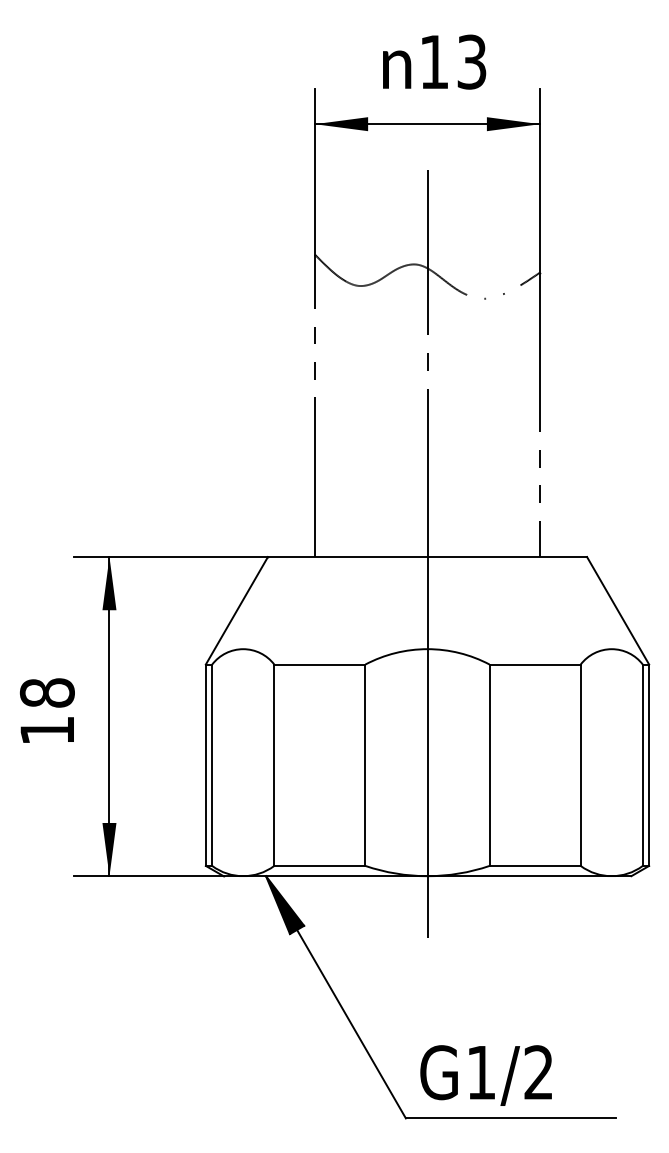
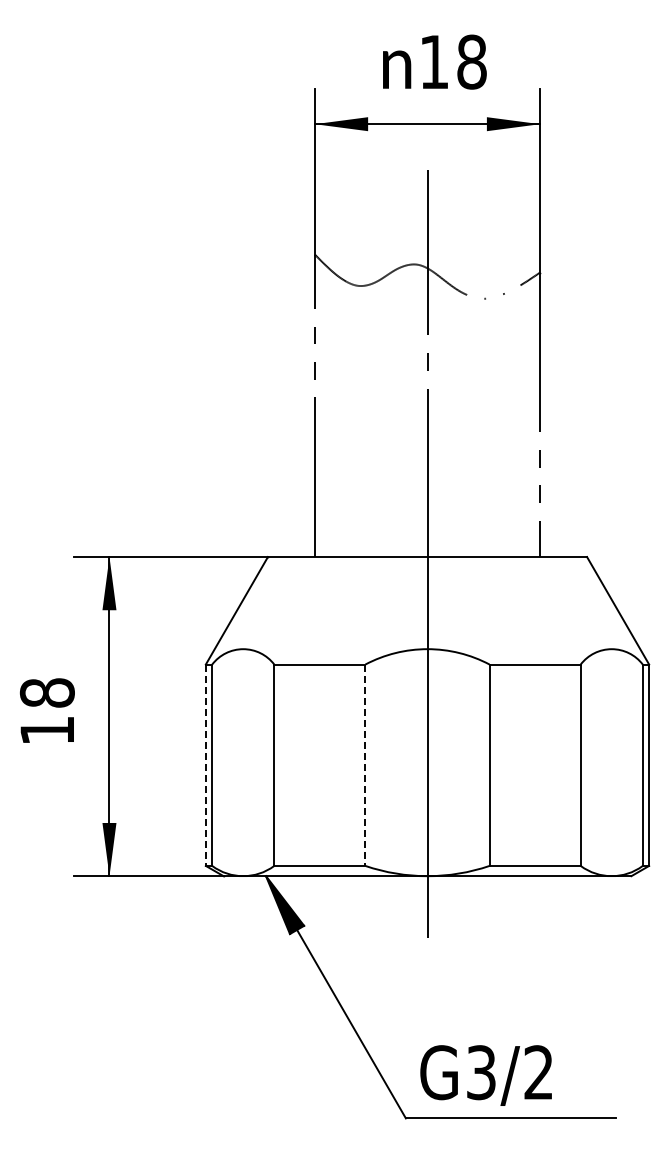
text at (471, 61): 13 -> 18
line at (205, 765): solid -> dashed
line at (365, 765): solid -> dashed
text at (481, 1072): G1/2 -> G3/2
